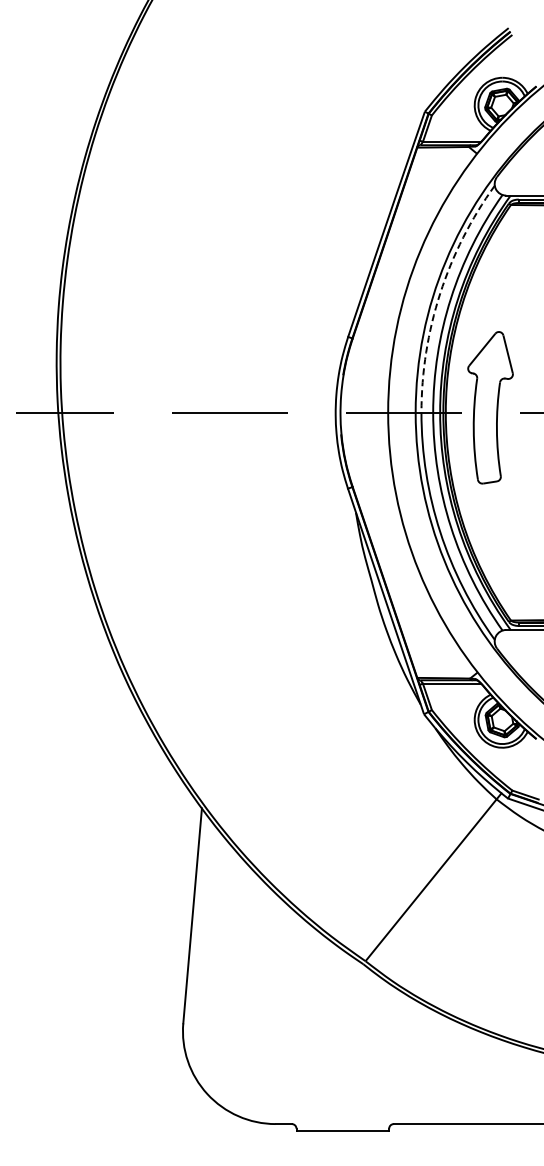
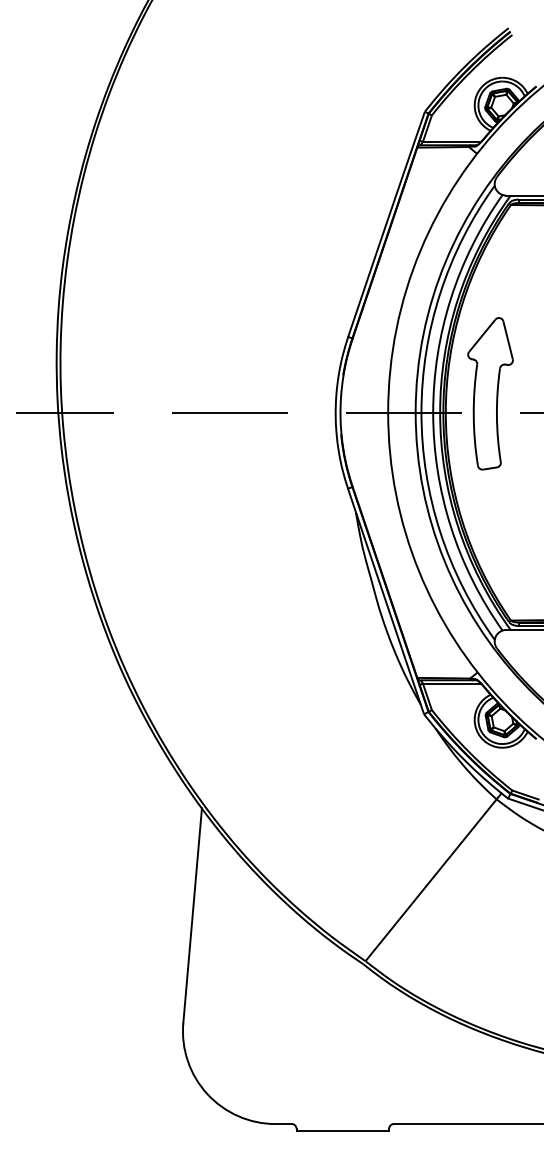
arc at (440, 293): dashed -> solid
part at (490, 407) position: (490, 407) -> (490, 393)
